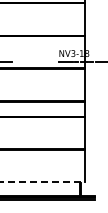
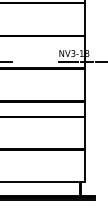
line at (42, 182): dashed -> solid
